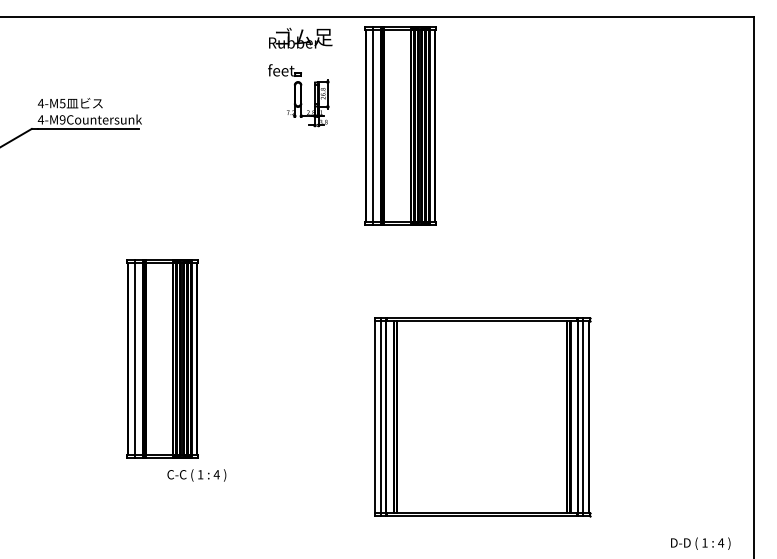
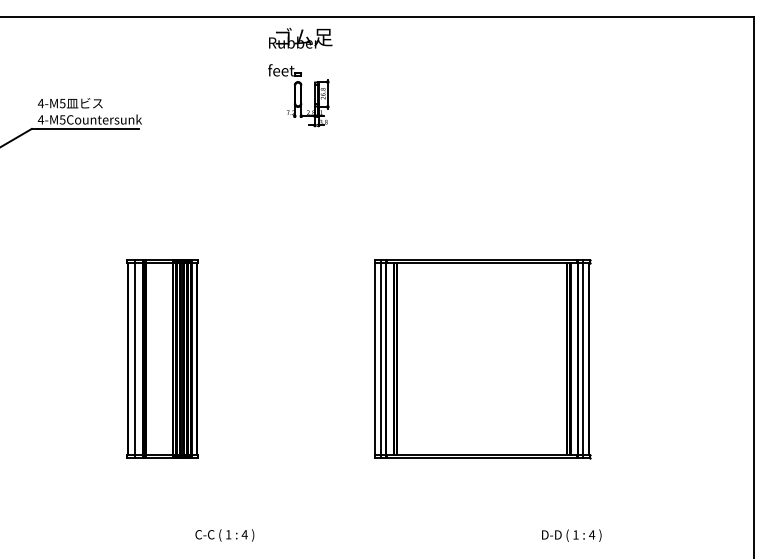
text at (62, 119): 4-M9Countersunk -> 4-M5Countersunk
part at (400, 125): present -> none
part at (482, 417) position: (482, 417) -> (482, 359)
text at (196, 475) position: (196, 475) -> (224, 535)
text at (700, 543) position: (700, 543) -> (571, 535)
